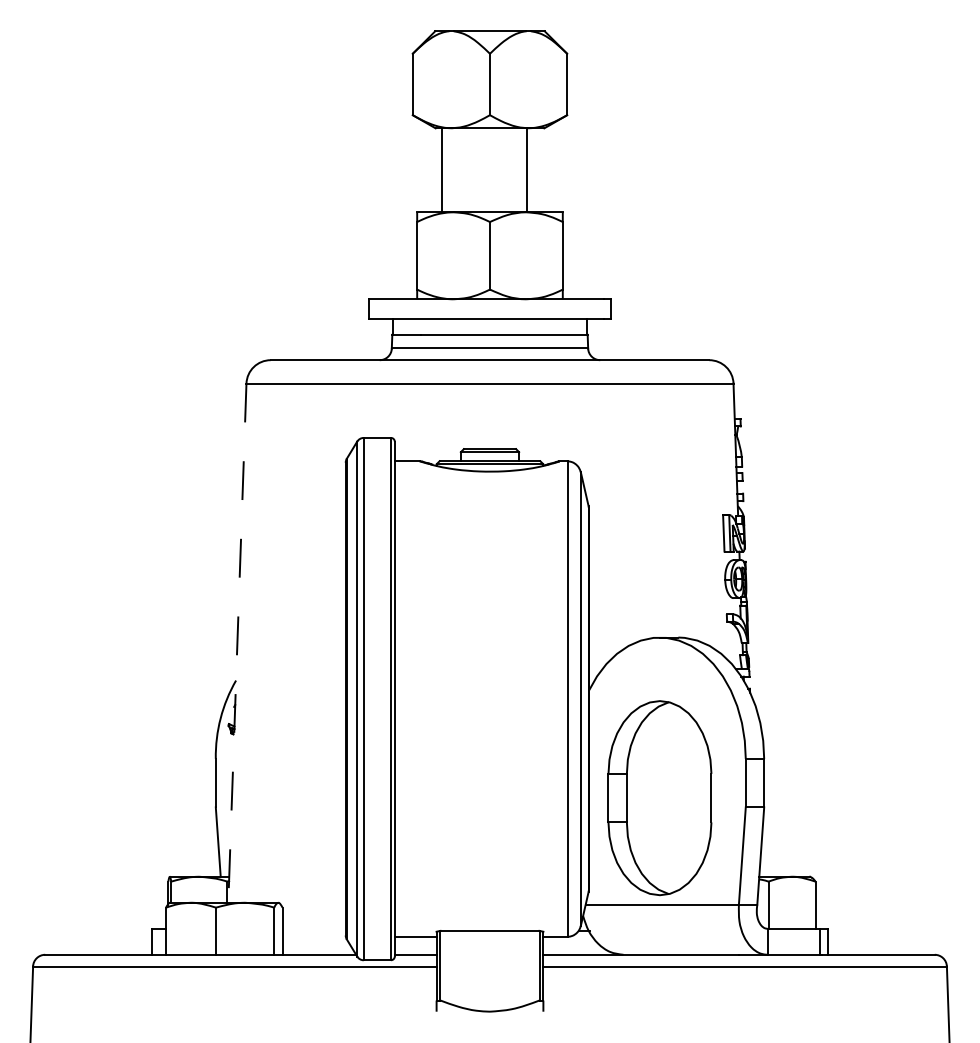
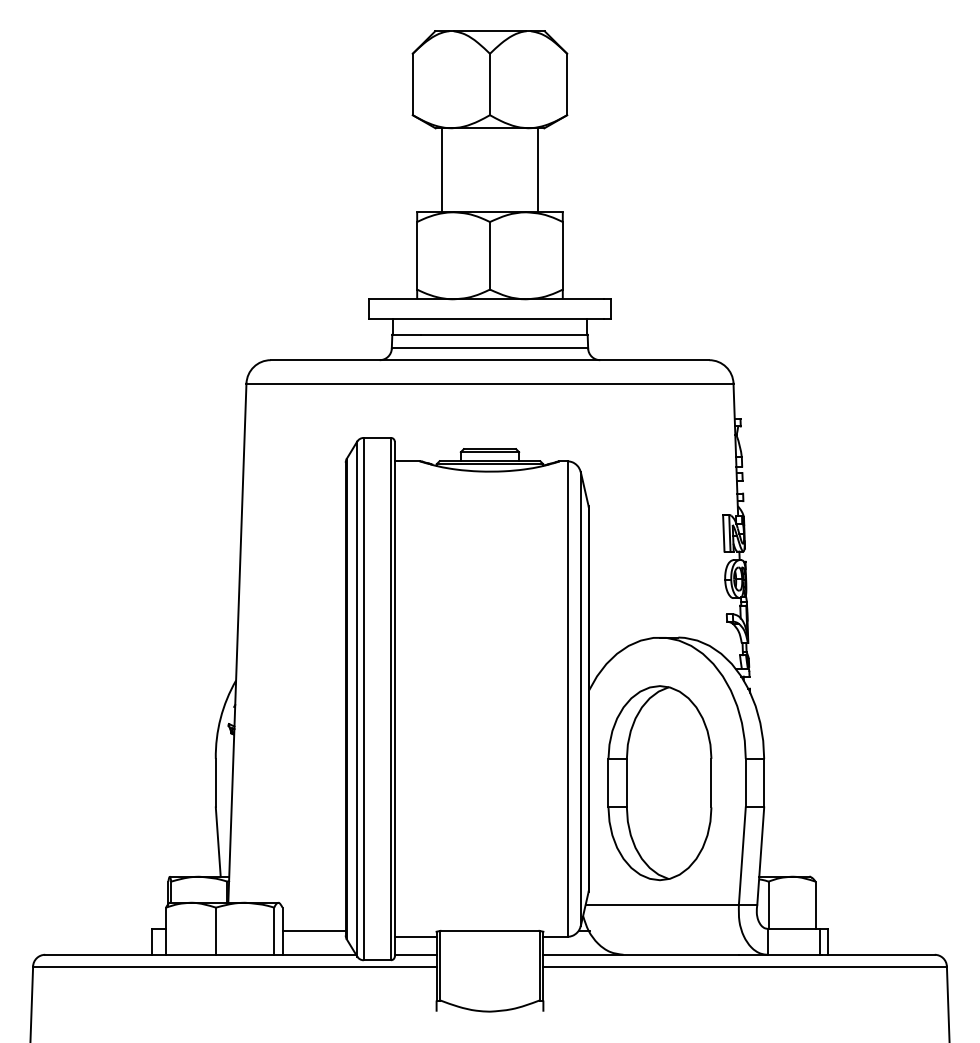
line at (527, 170) position: (527, 170) -> (538, 170)
line at (237, 643): dashed -> solid
part at (659, 798) position: (659, 798) -> (659, 783)
line at (313, 931): none -> present
